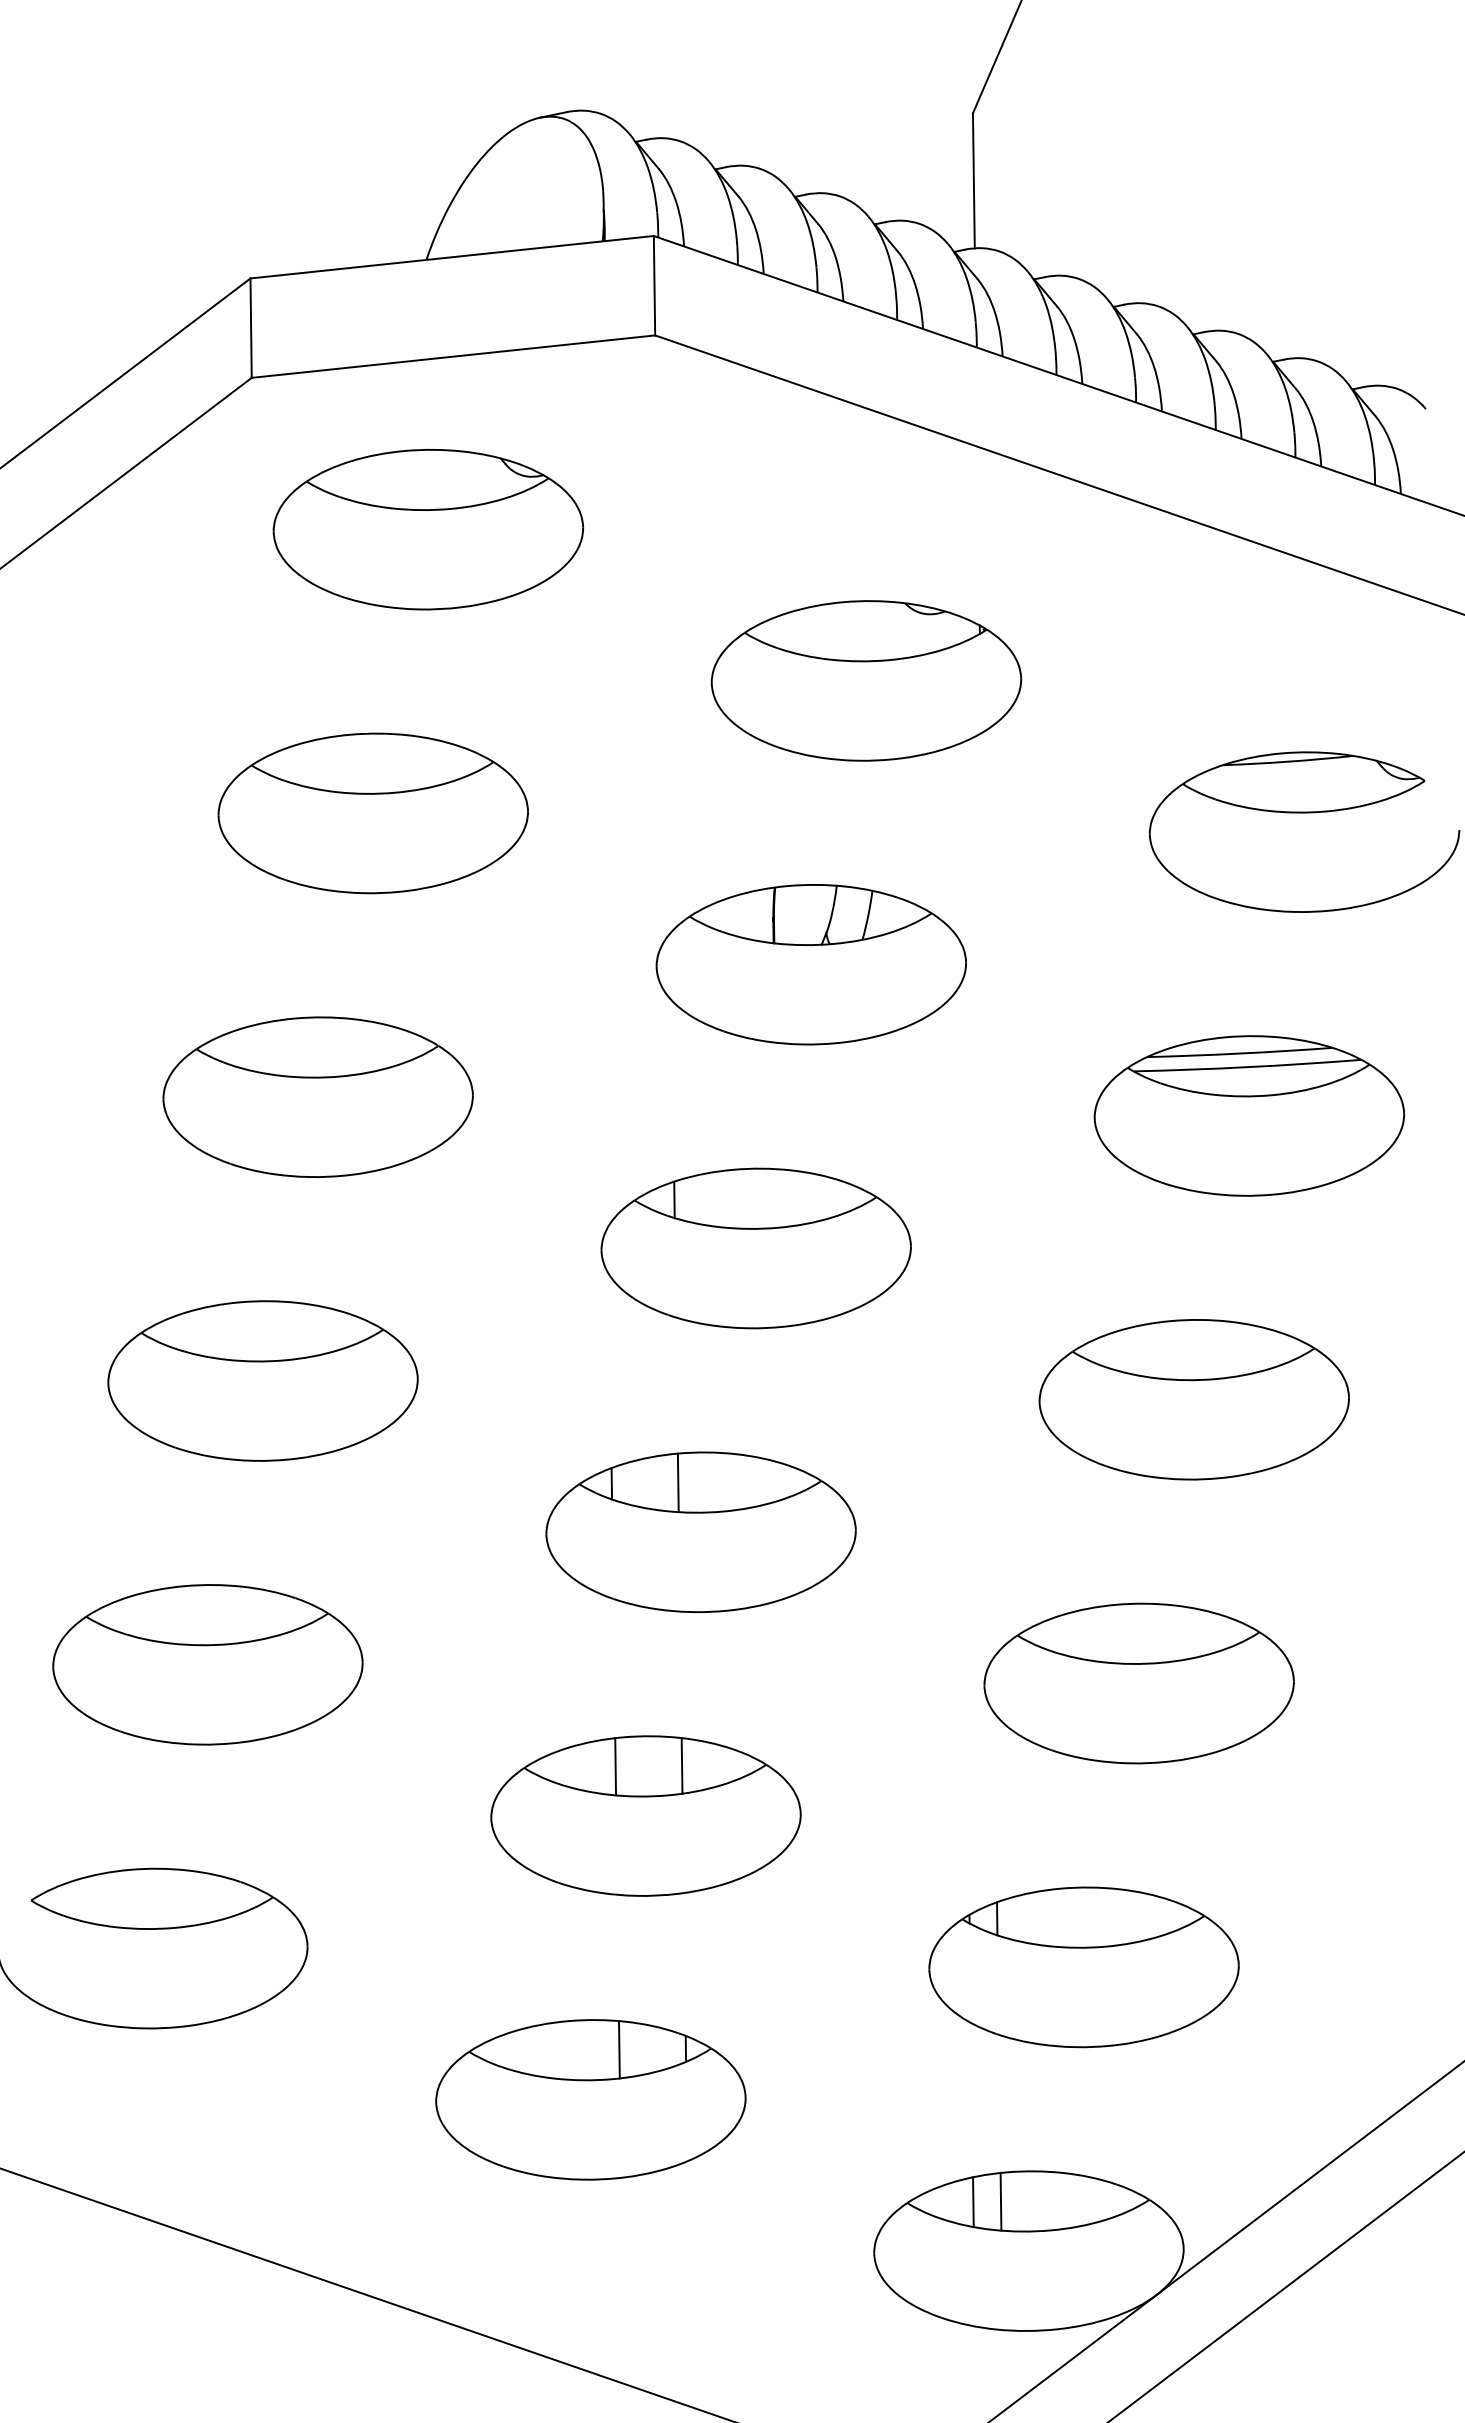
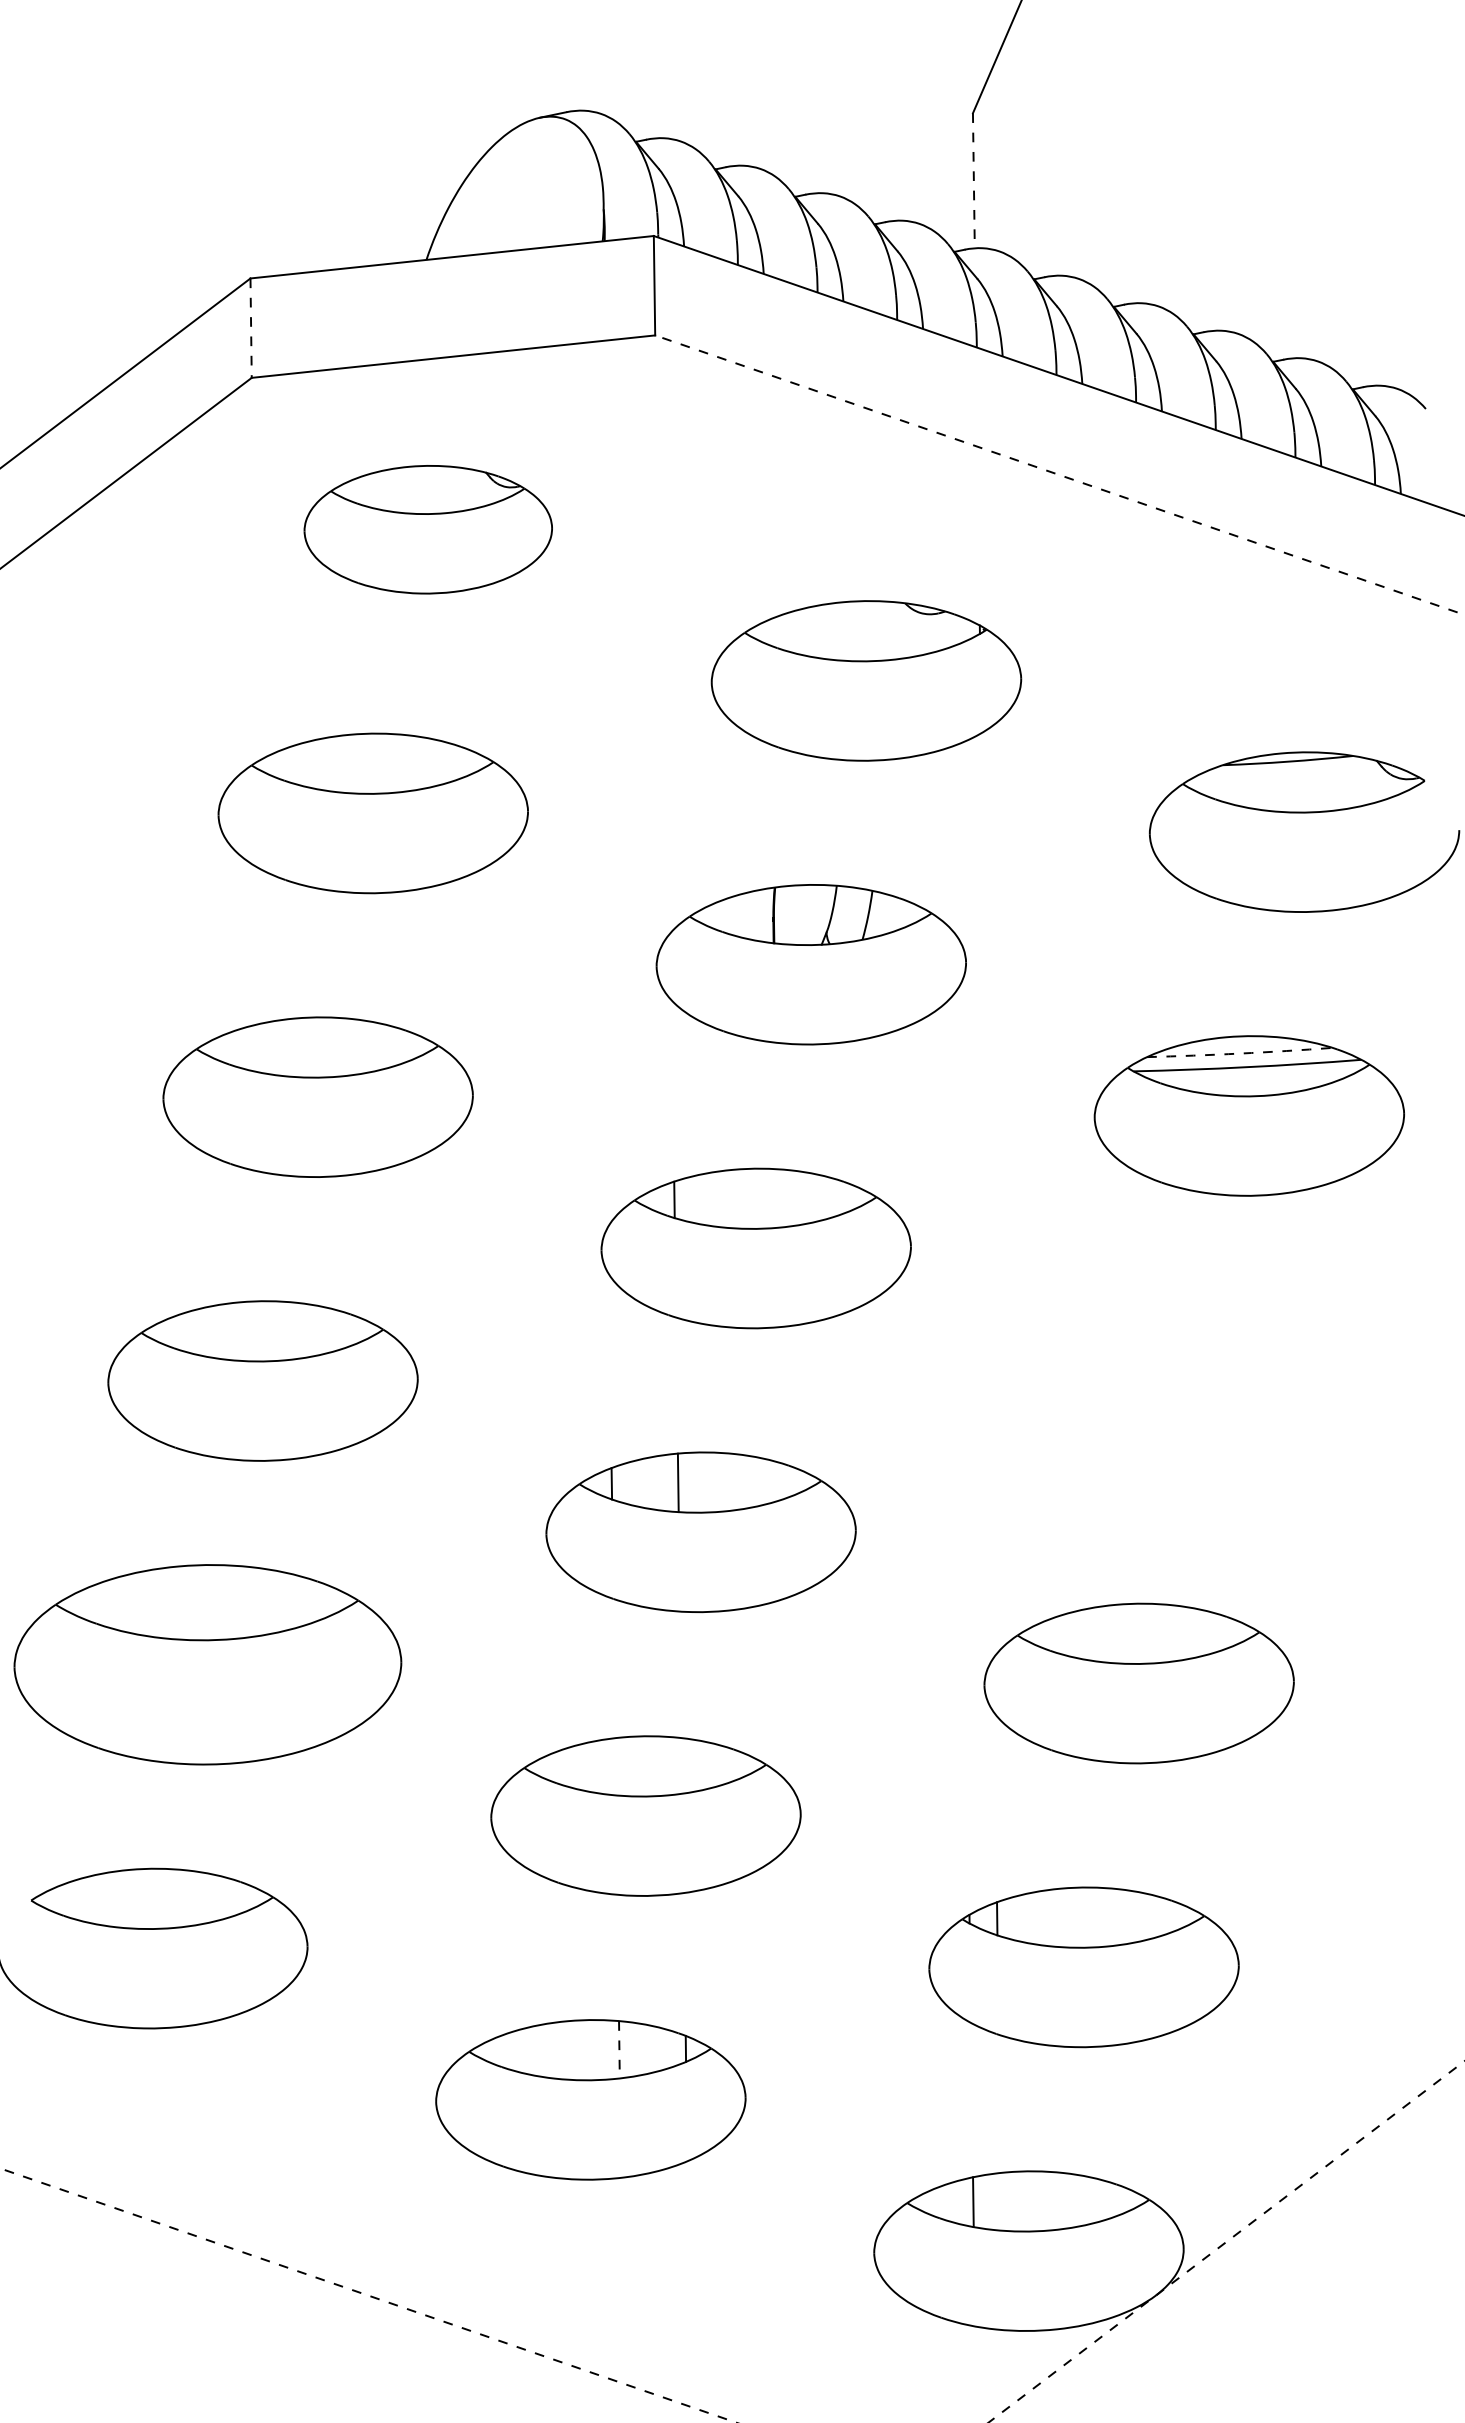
line at (973, 180): solid -> dashed
line at (251, 328): solid -> dashed
line at (1059, 475): solid -> dashed
part at (427, 529) size: 312x162 px -> 250x130 px
arc at (1239, 1053): solid -> dashed
part at (1193, 1399): present -> none
part at (207, 1664) size: 312x162 px -> 390x202 px
line at (681, 1765): present -> none
line at (615, 1766): present -> none
line at (619, 2049): solid -> dashed
line at (1000, 2201): present -> none
line at (1226, 2241): solid -> dashed
line at (1286, 2286): present -> none
line at (368, 2295): solid -> dashed
